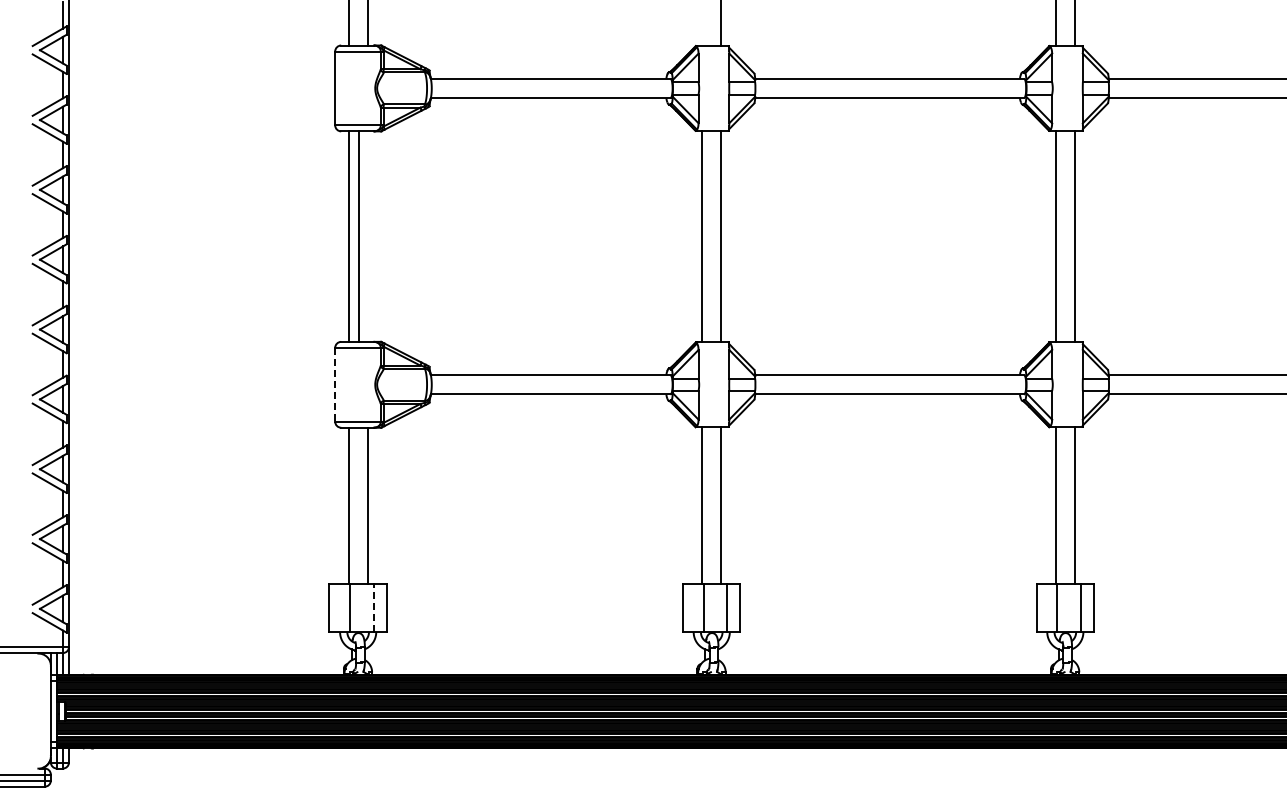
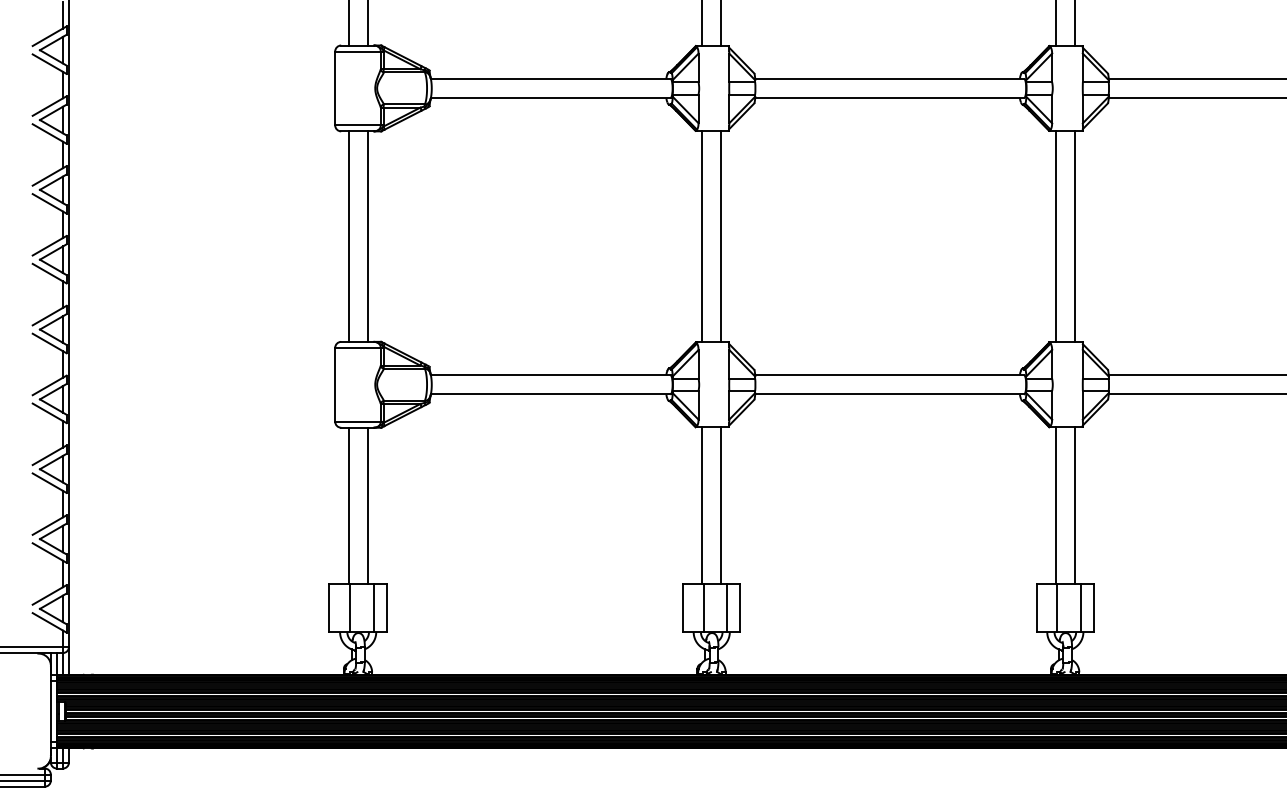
line at (702, 24): none -> present
line at (358, 236) position: (358, 236) -> (367, 236)
line at (335, 384): dashed -> solid
line at (373, 607): dashed -> solid
